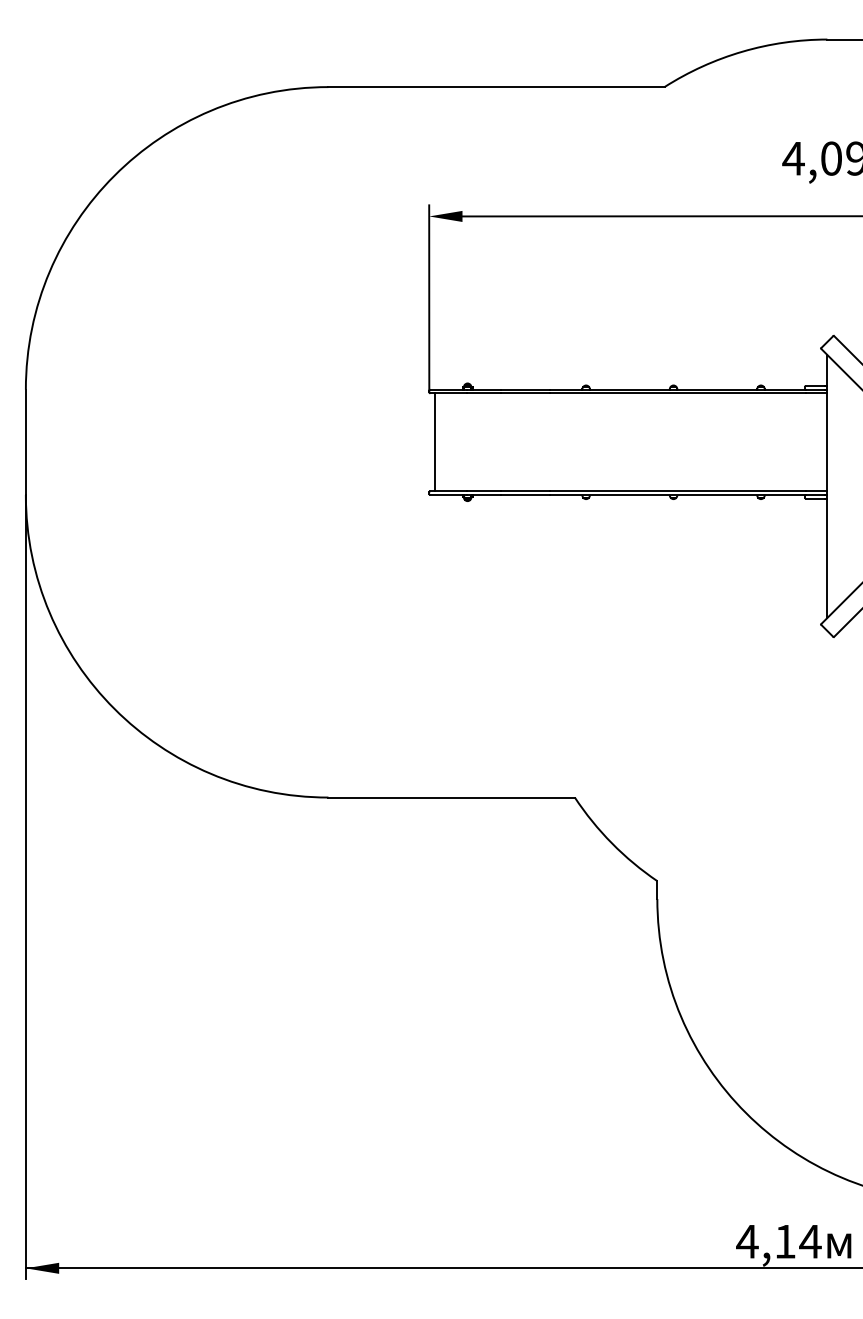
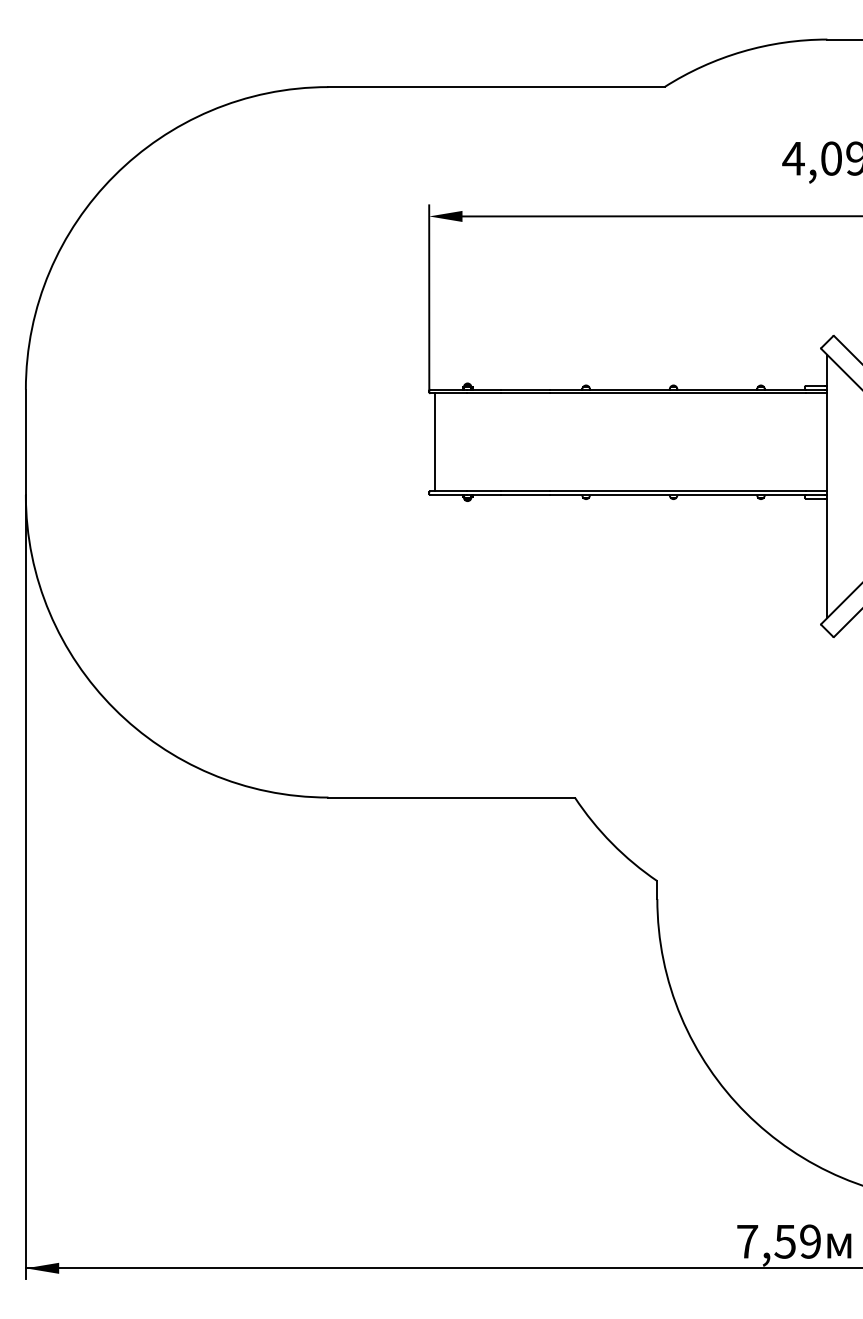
text at (778, 1241): 4,14 -> 7,59
